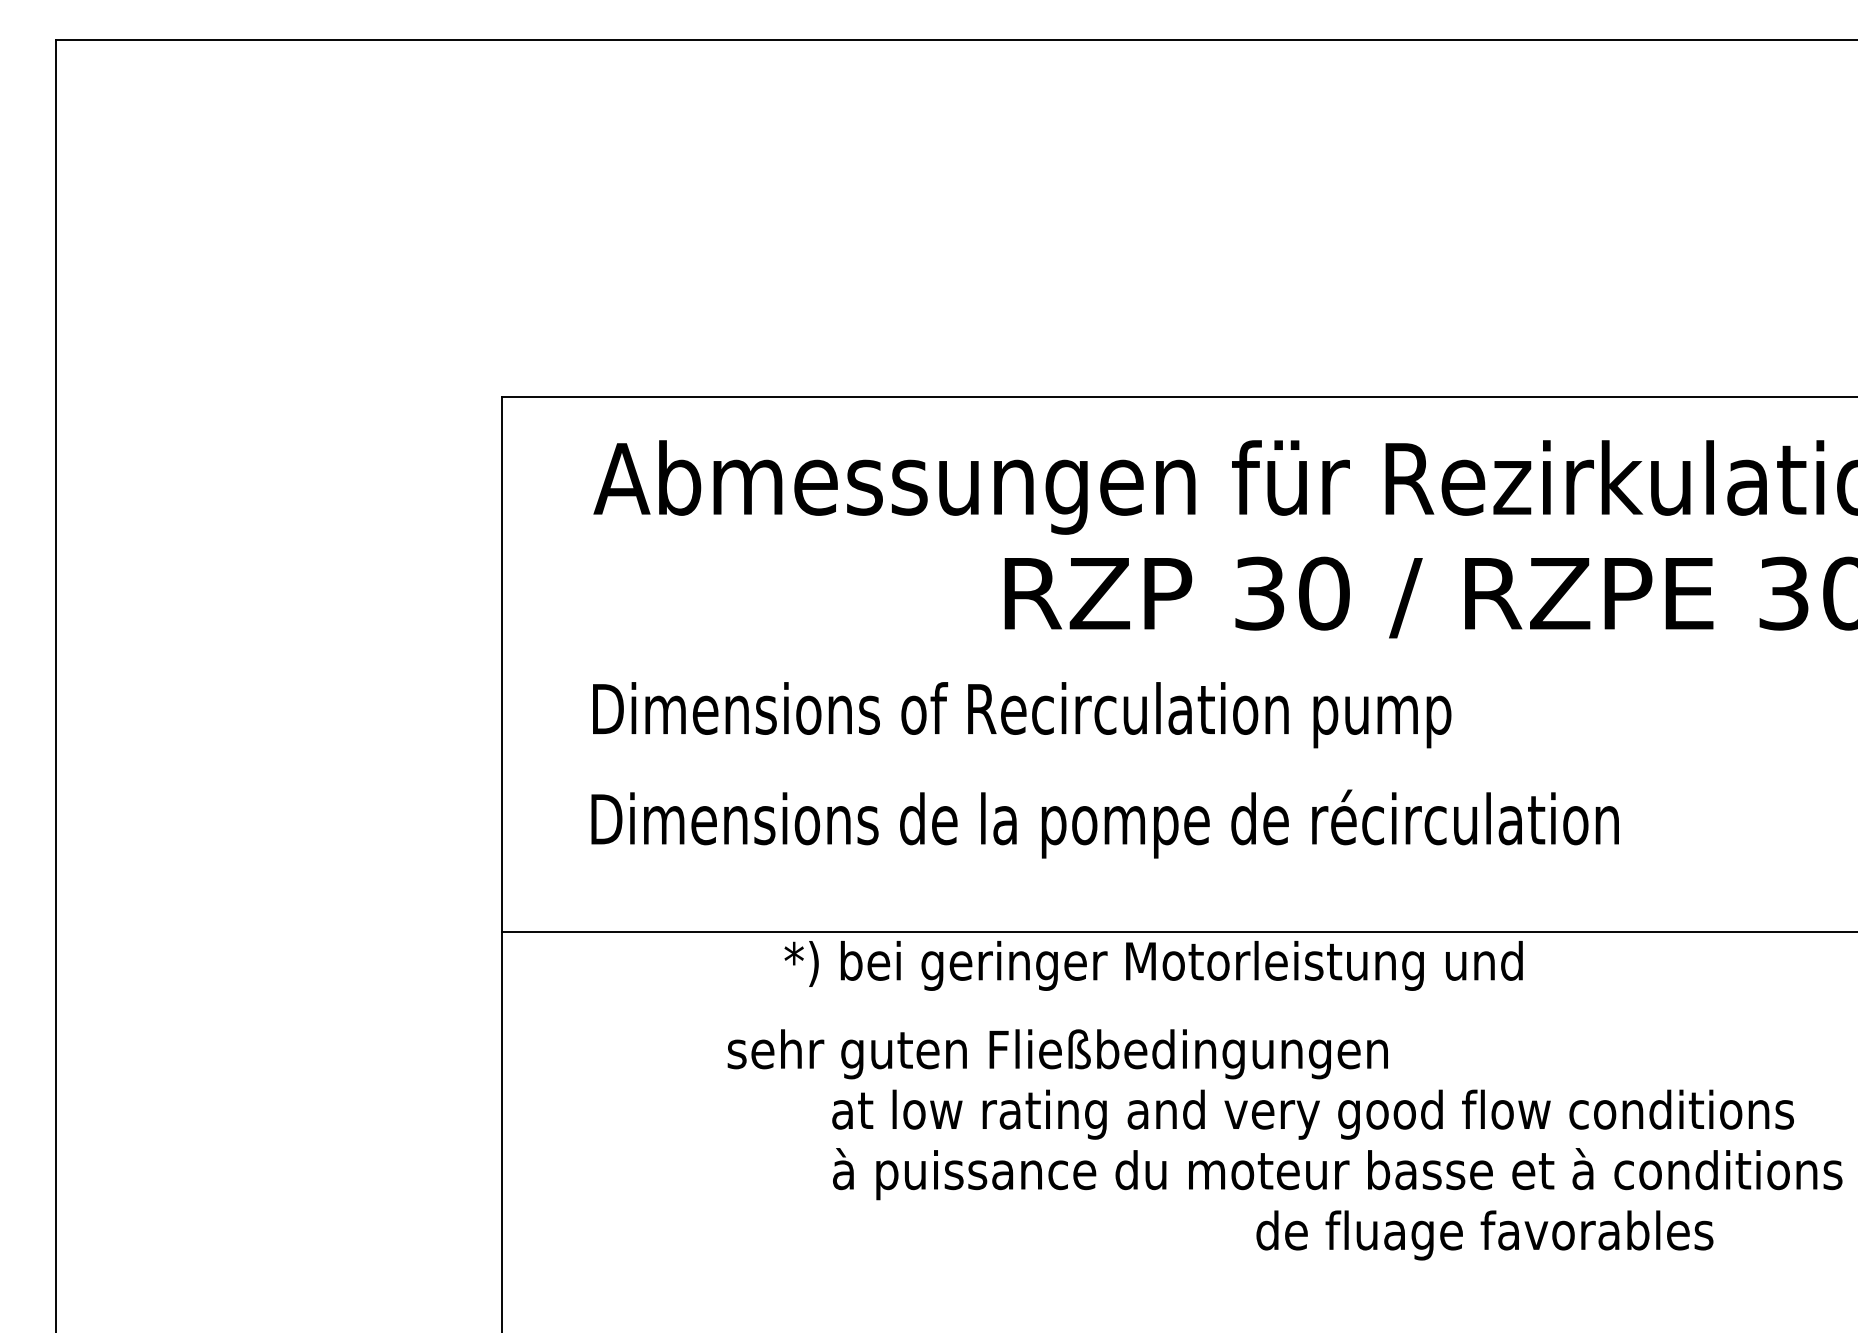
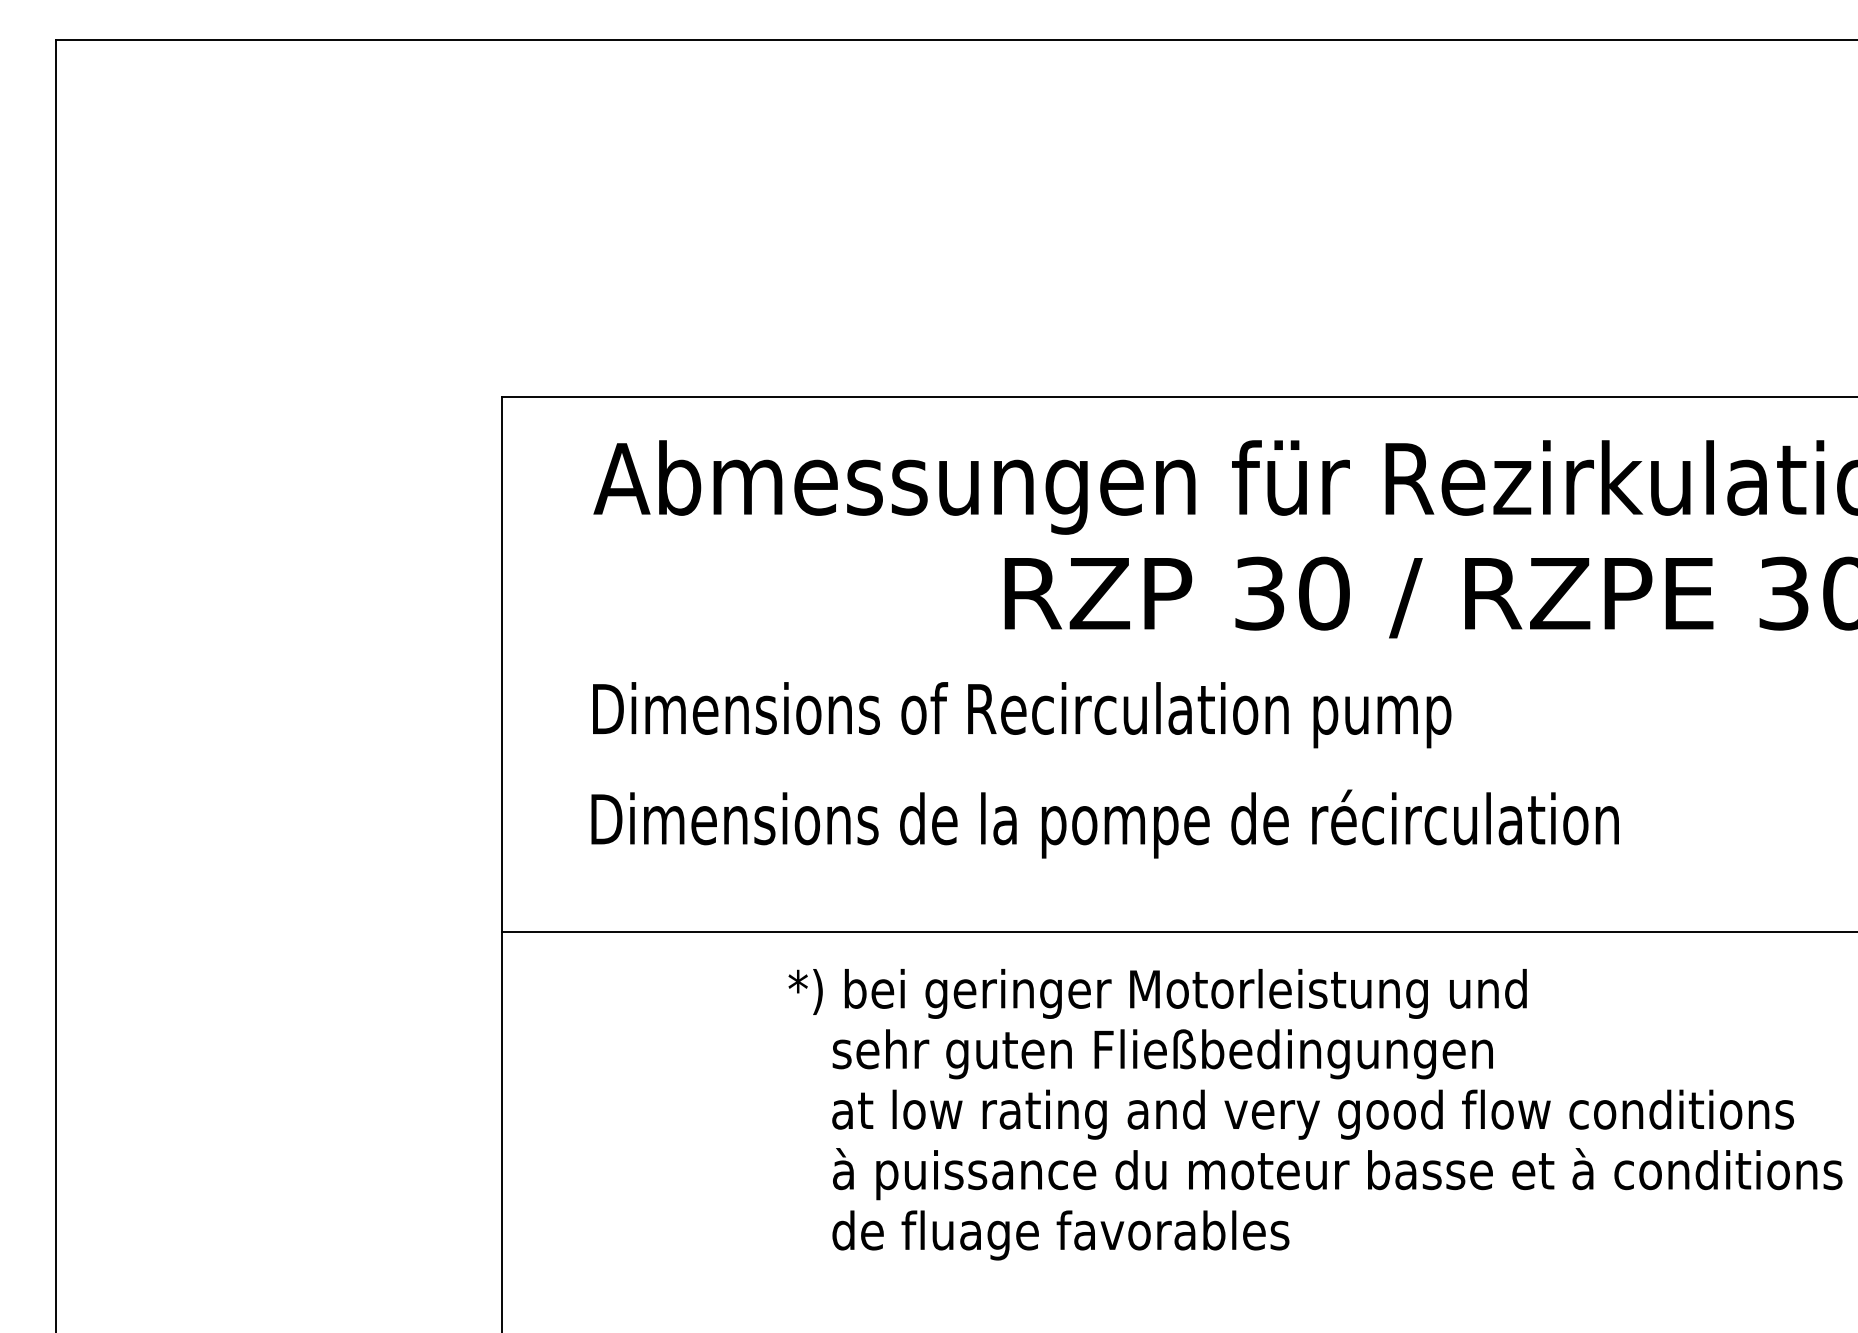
text at (1153, 965) position: (1153, 965) -> (1157, 993)
text at (1057, 1054) position: (1057, 1054) -> (1162, 1054)
text at (1484, 1235) position: (1484, 1235) -> (1060, 1235)
